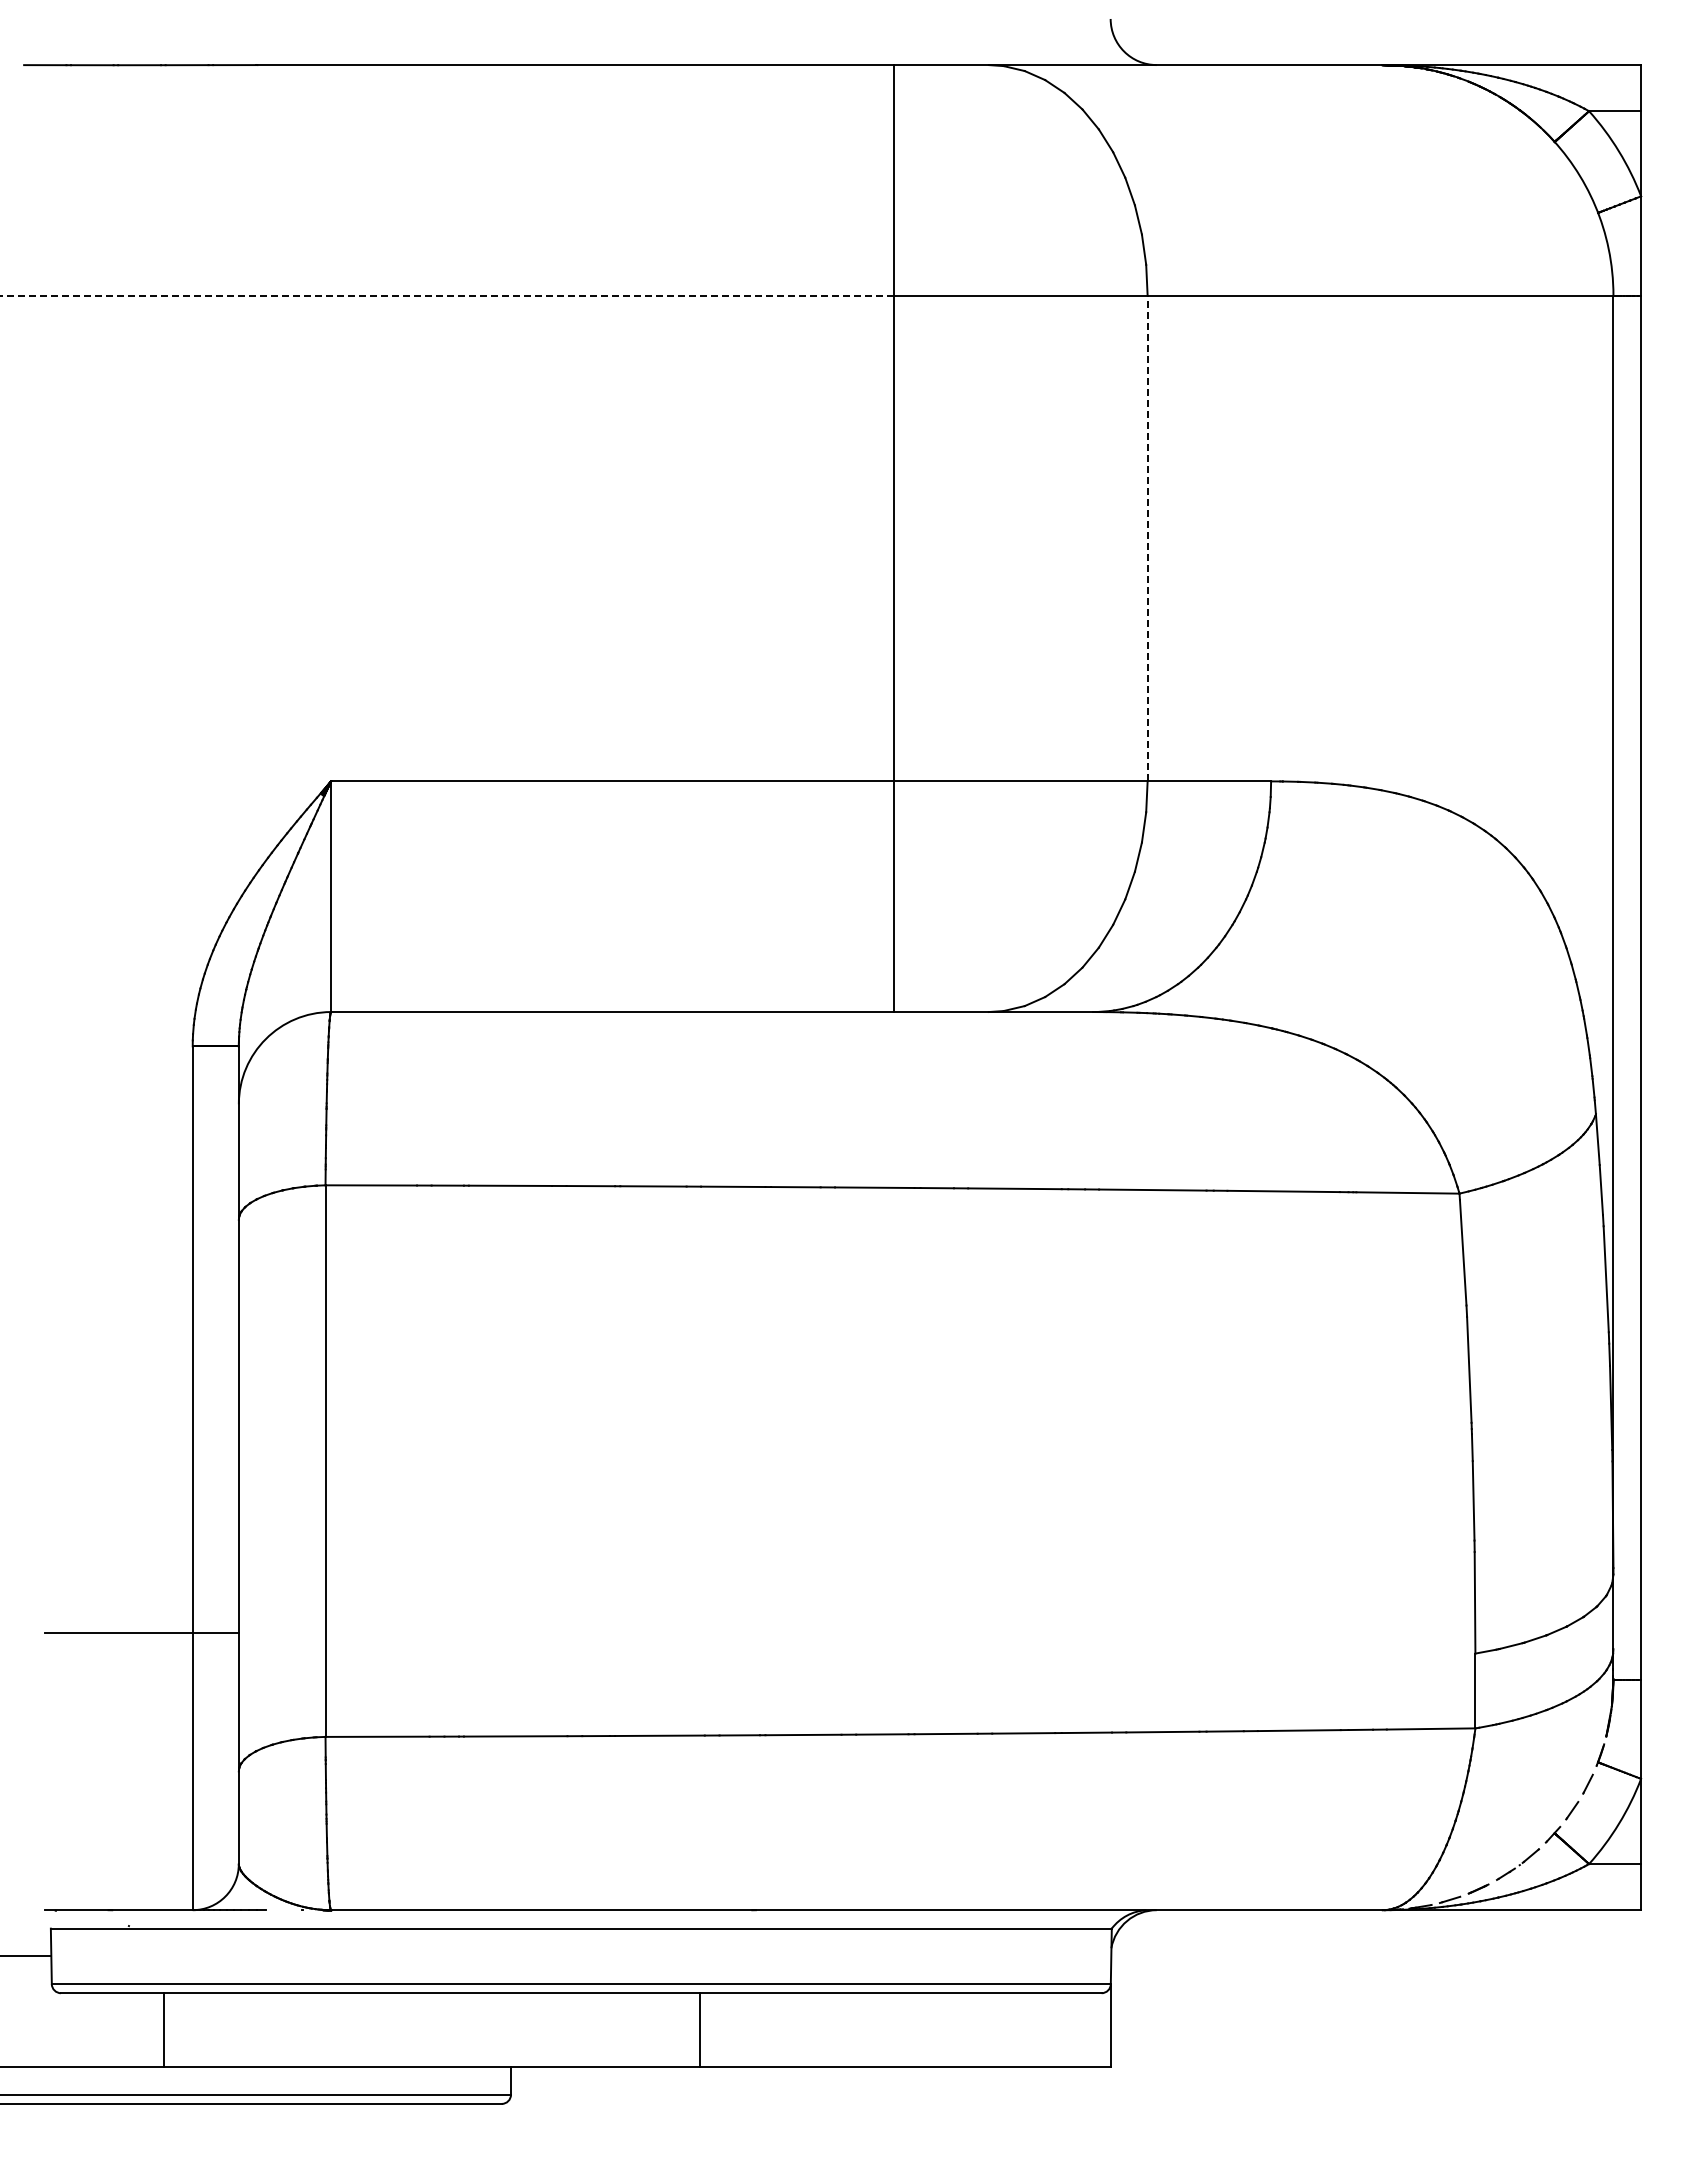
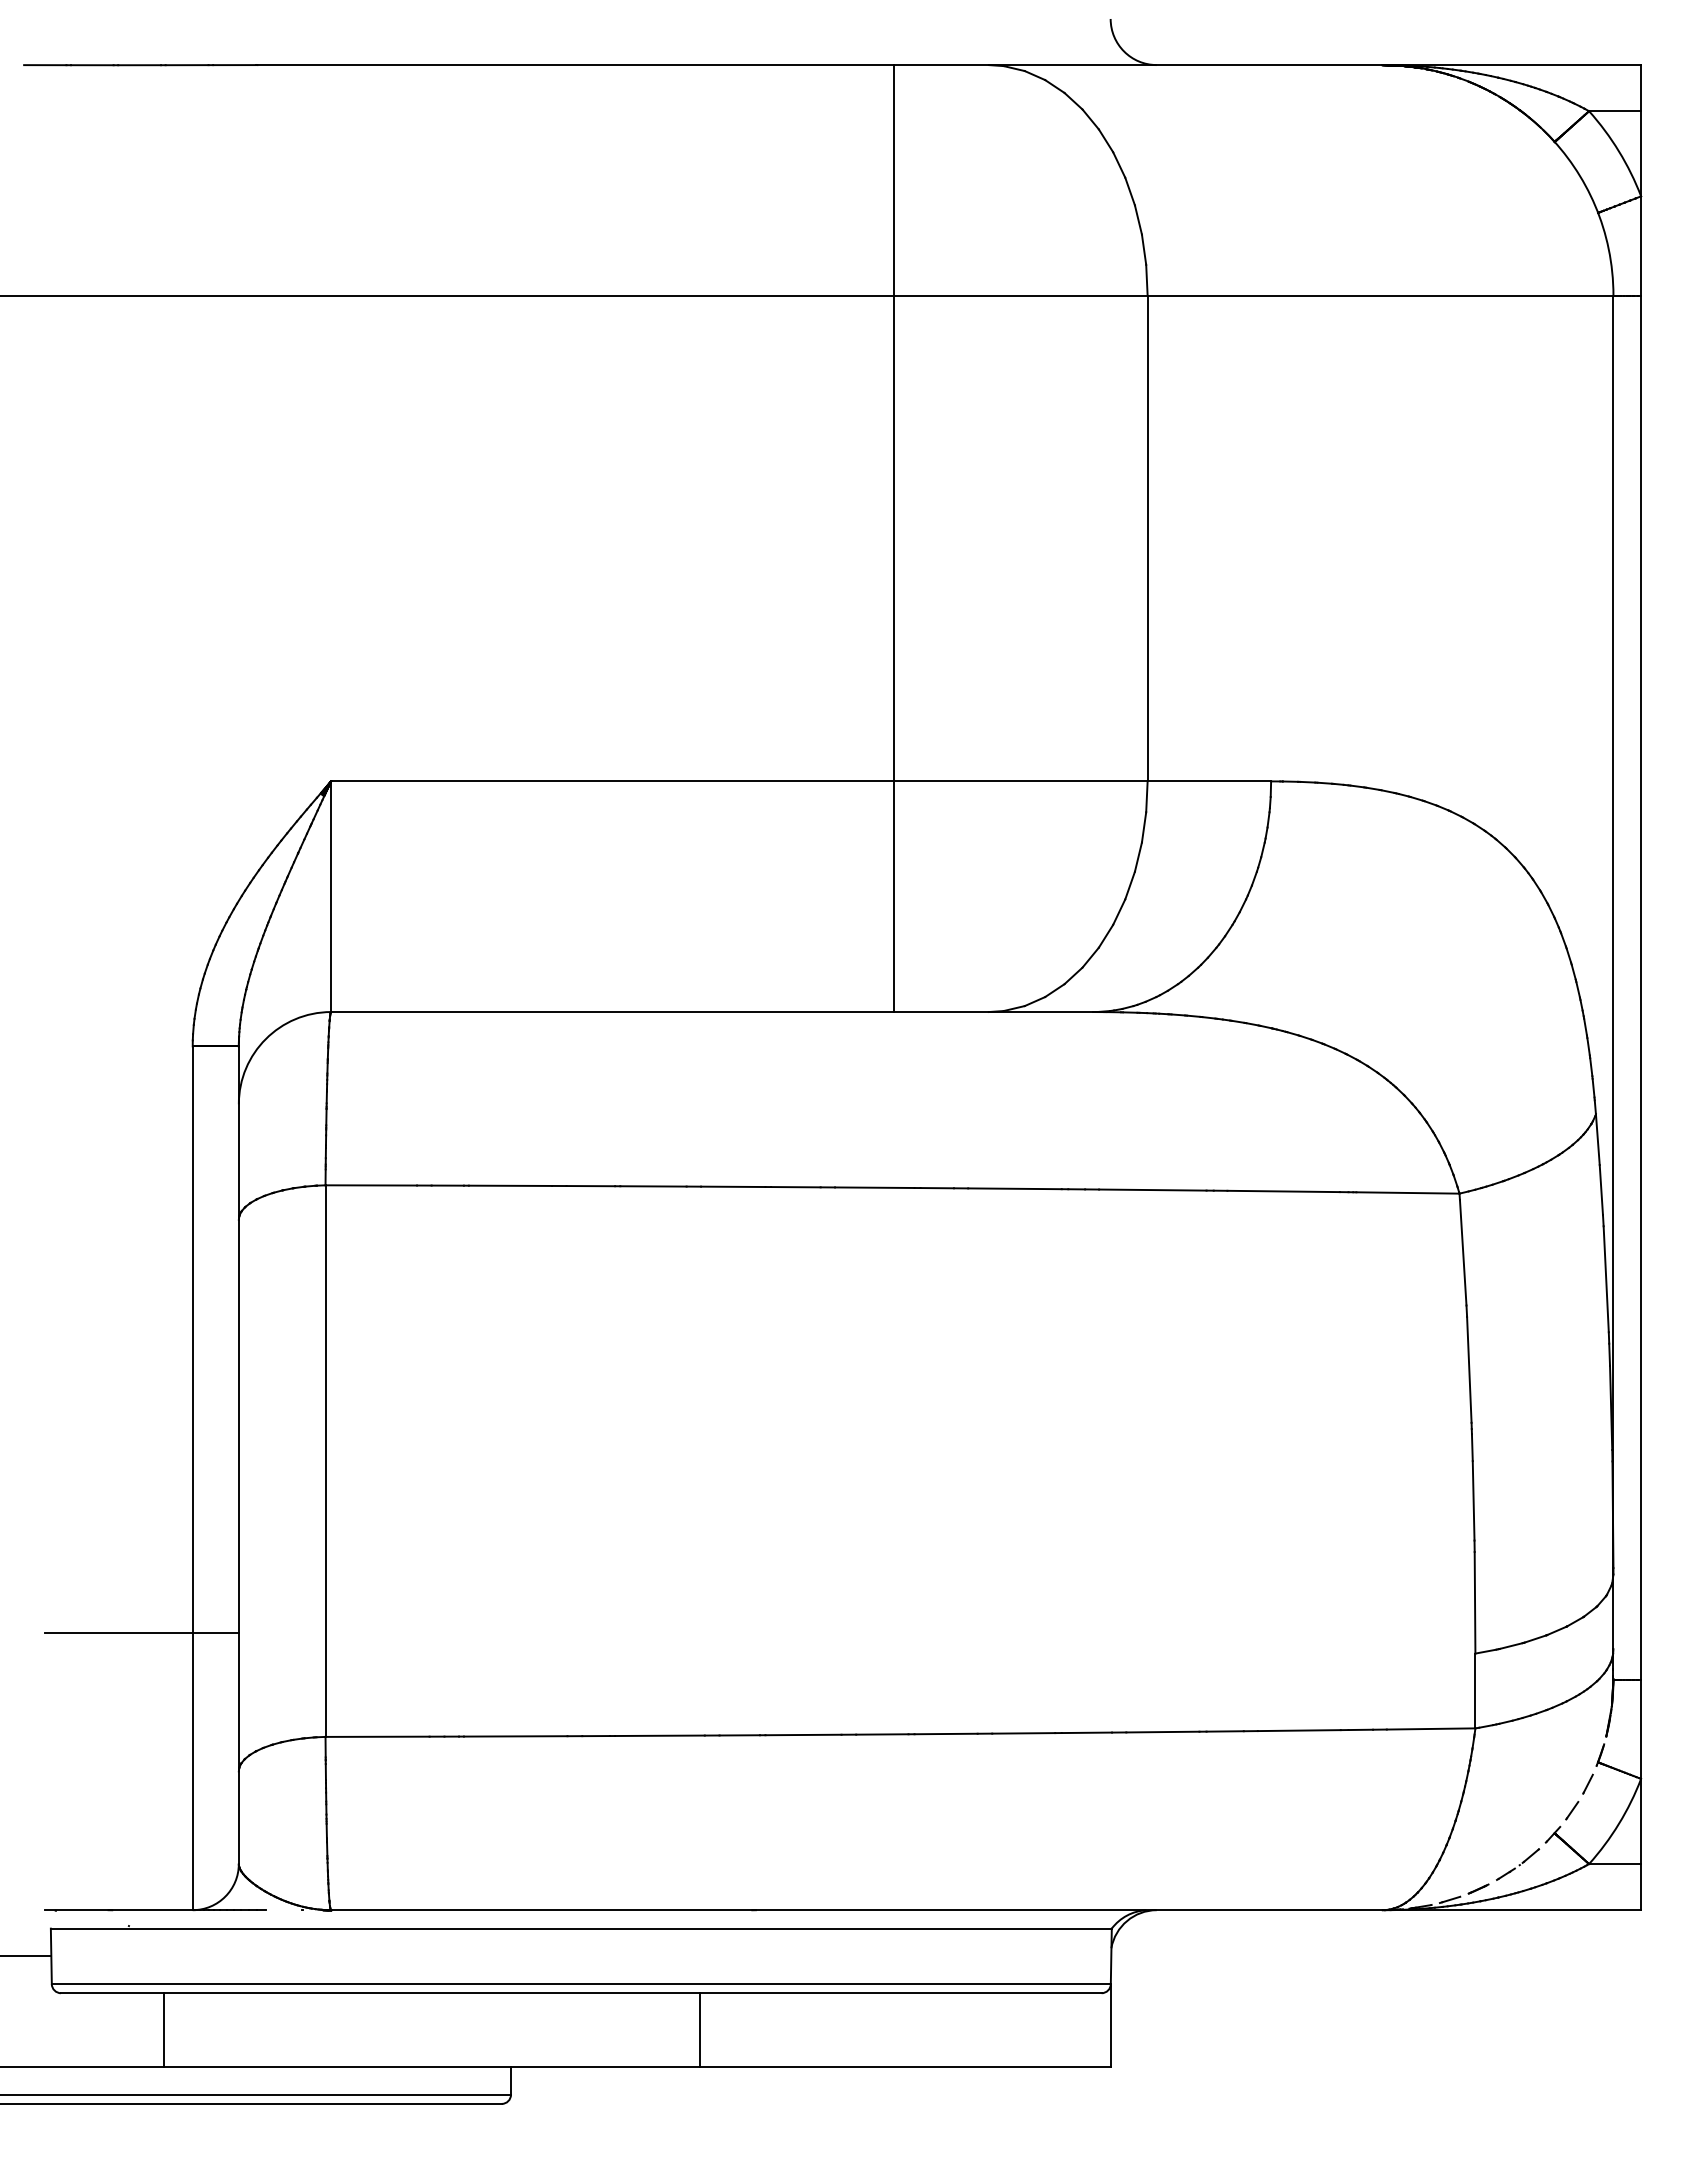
line at (446, 295): dashed -> solid
line at (1147, 538): dashed -> solid
